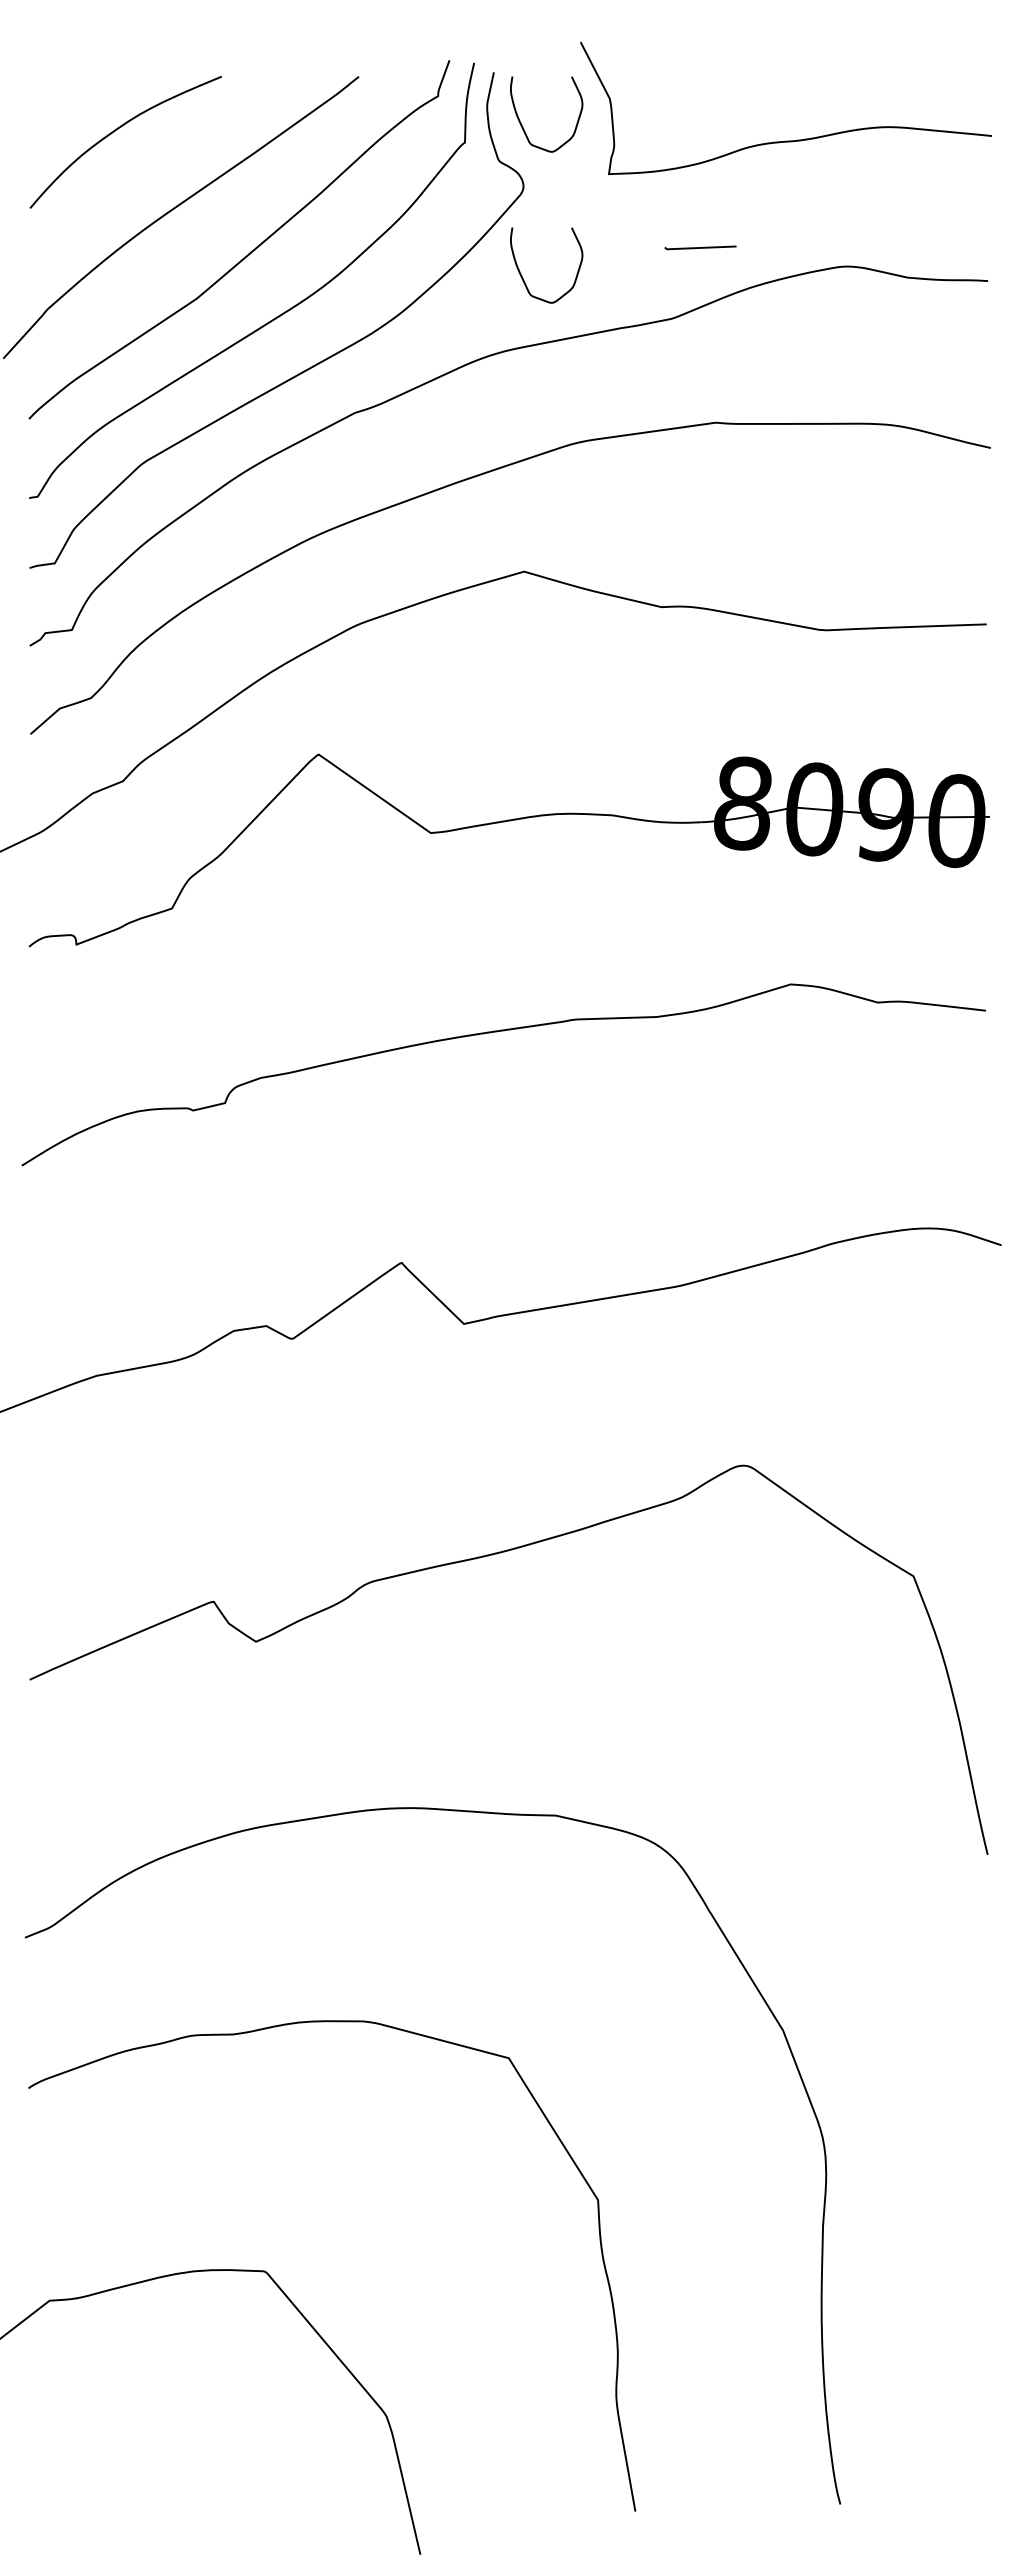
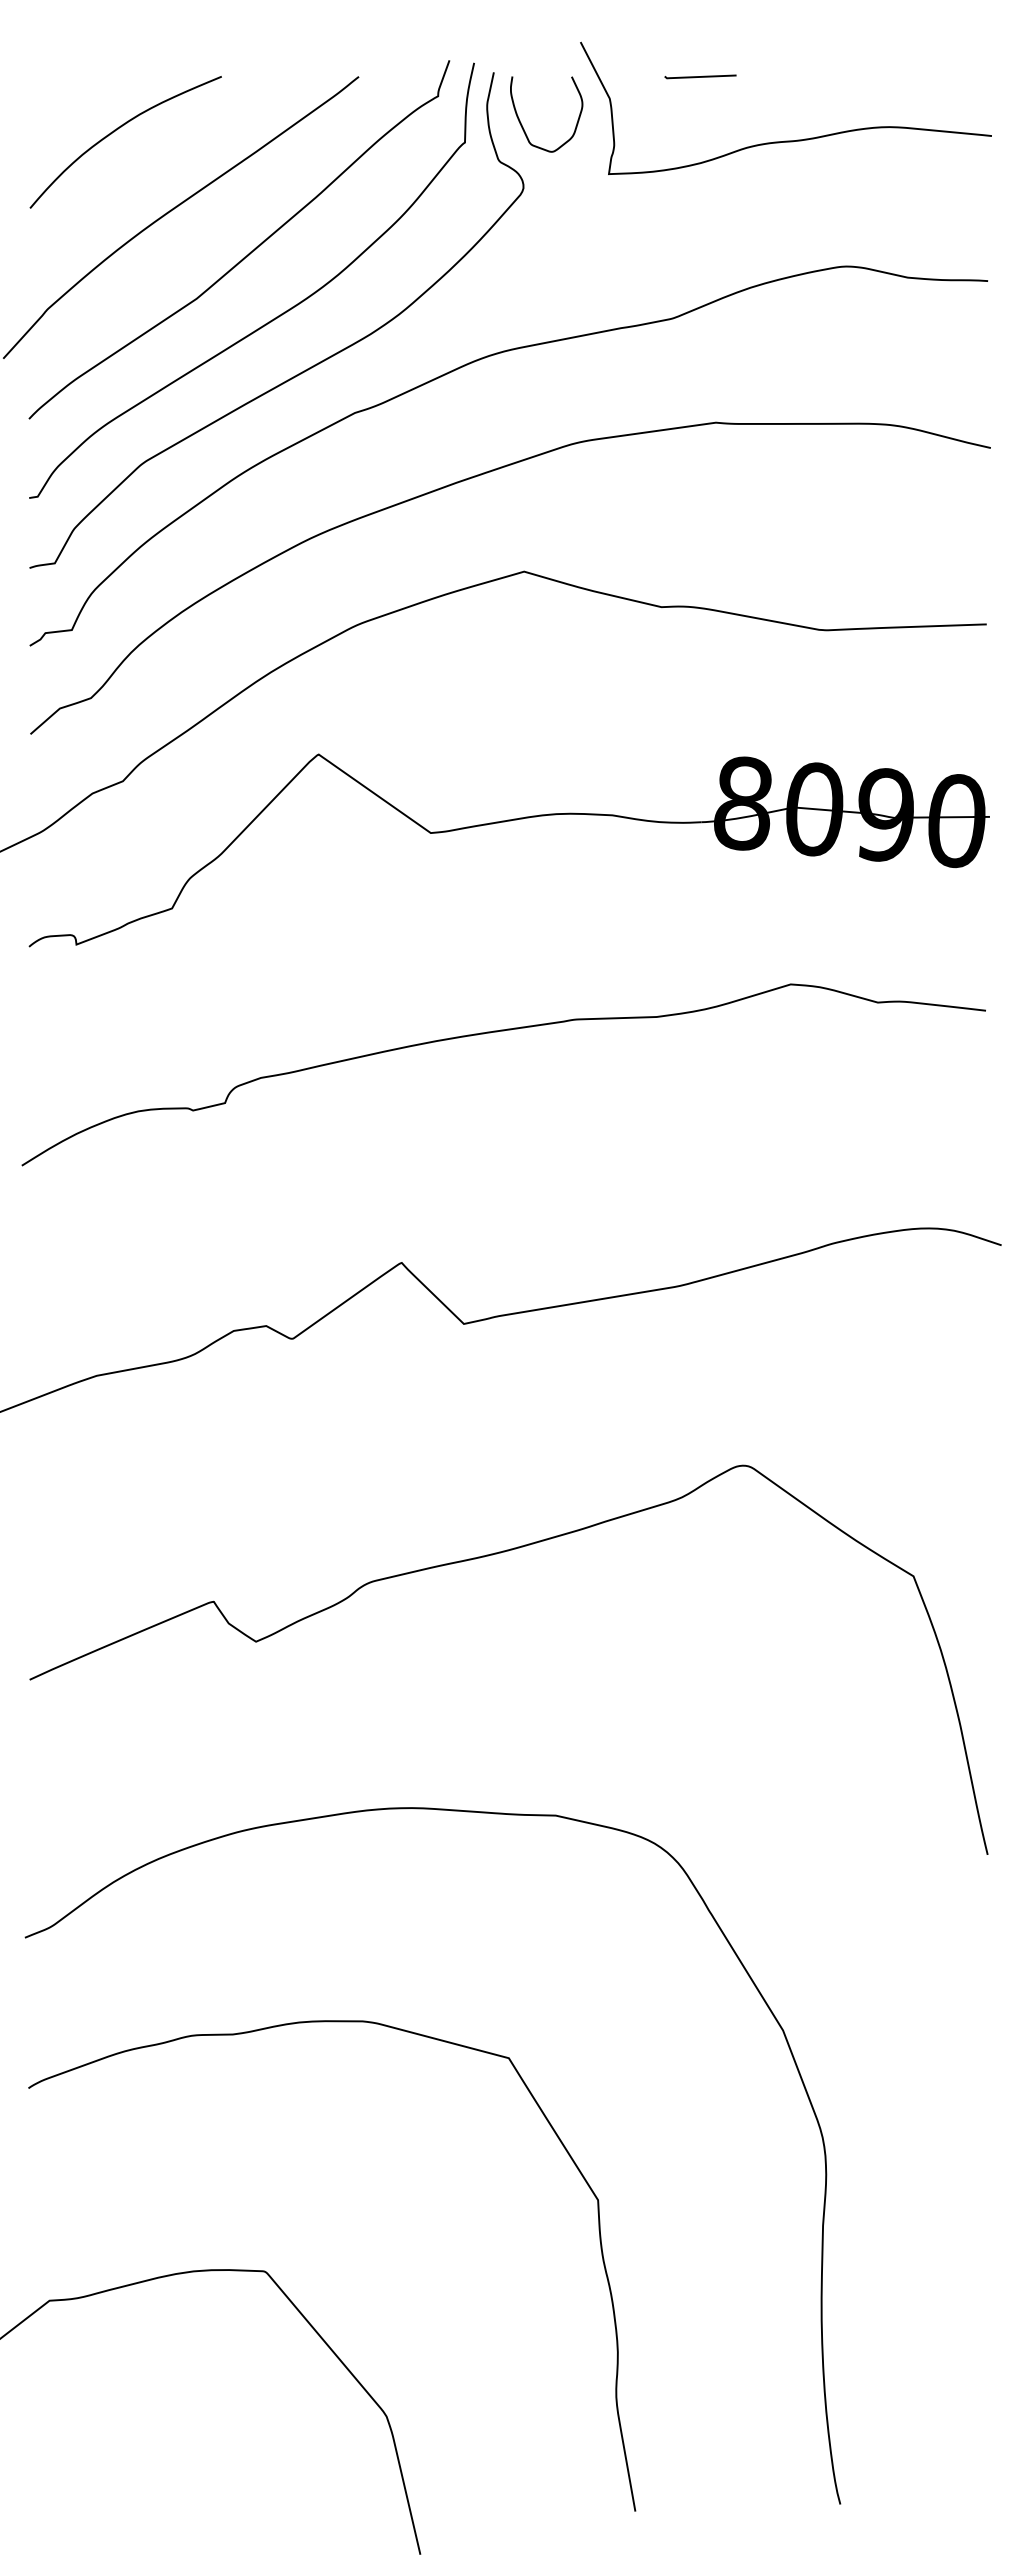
line at (700, 247) position: (700, 247) -> (700, 76)
curve at (522, 275): present -> none
